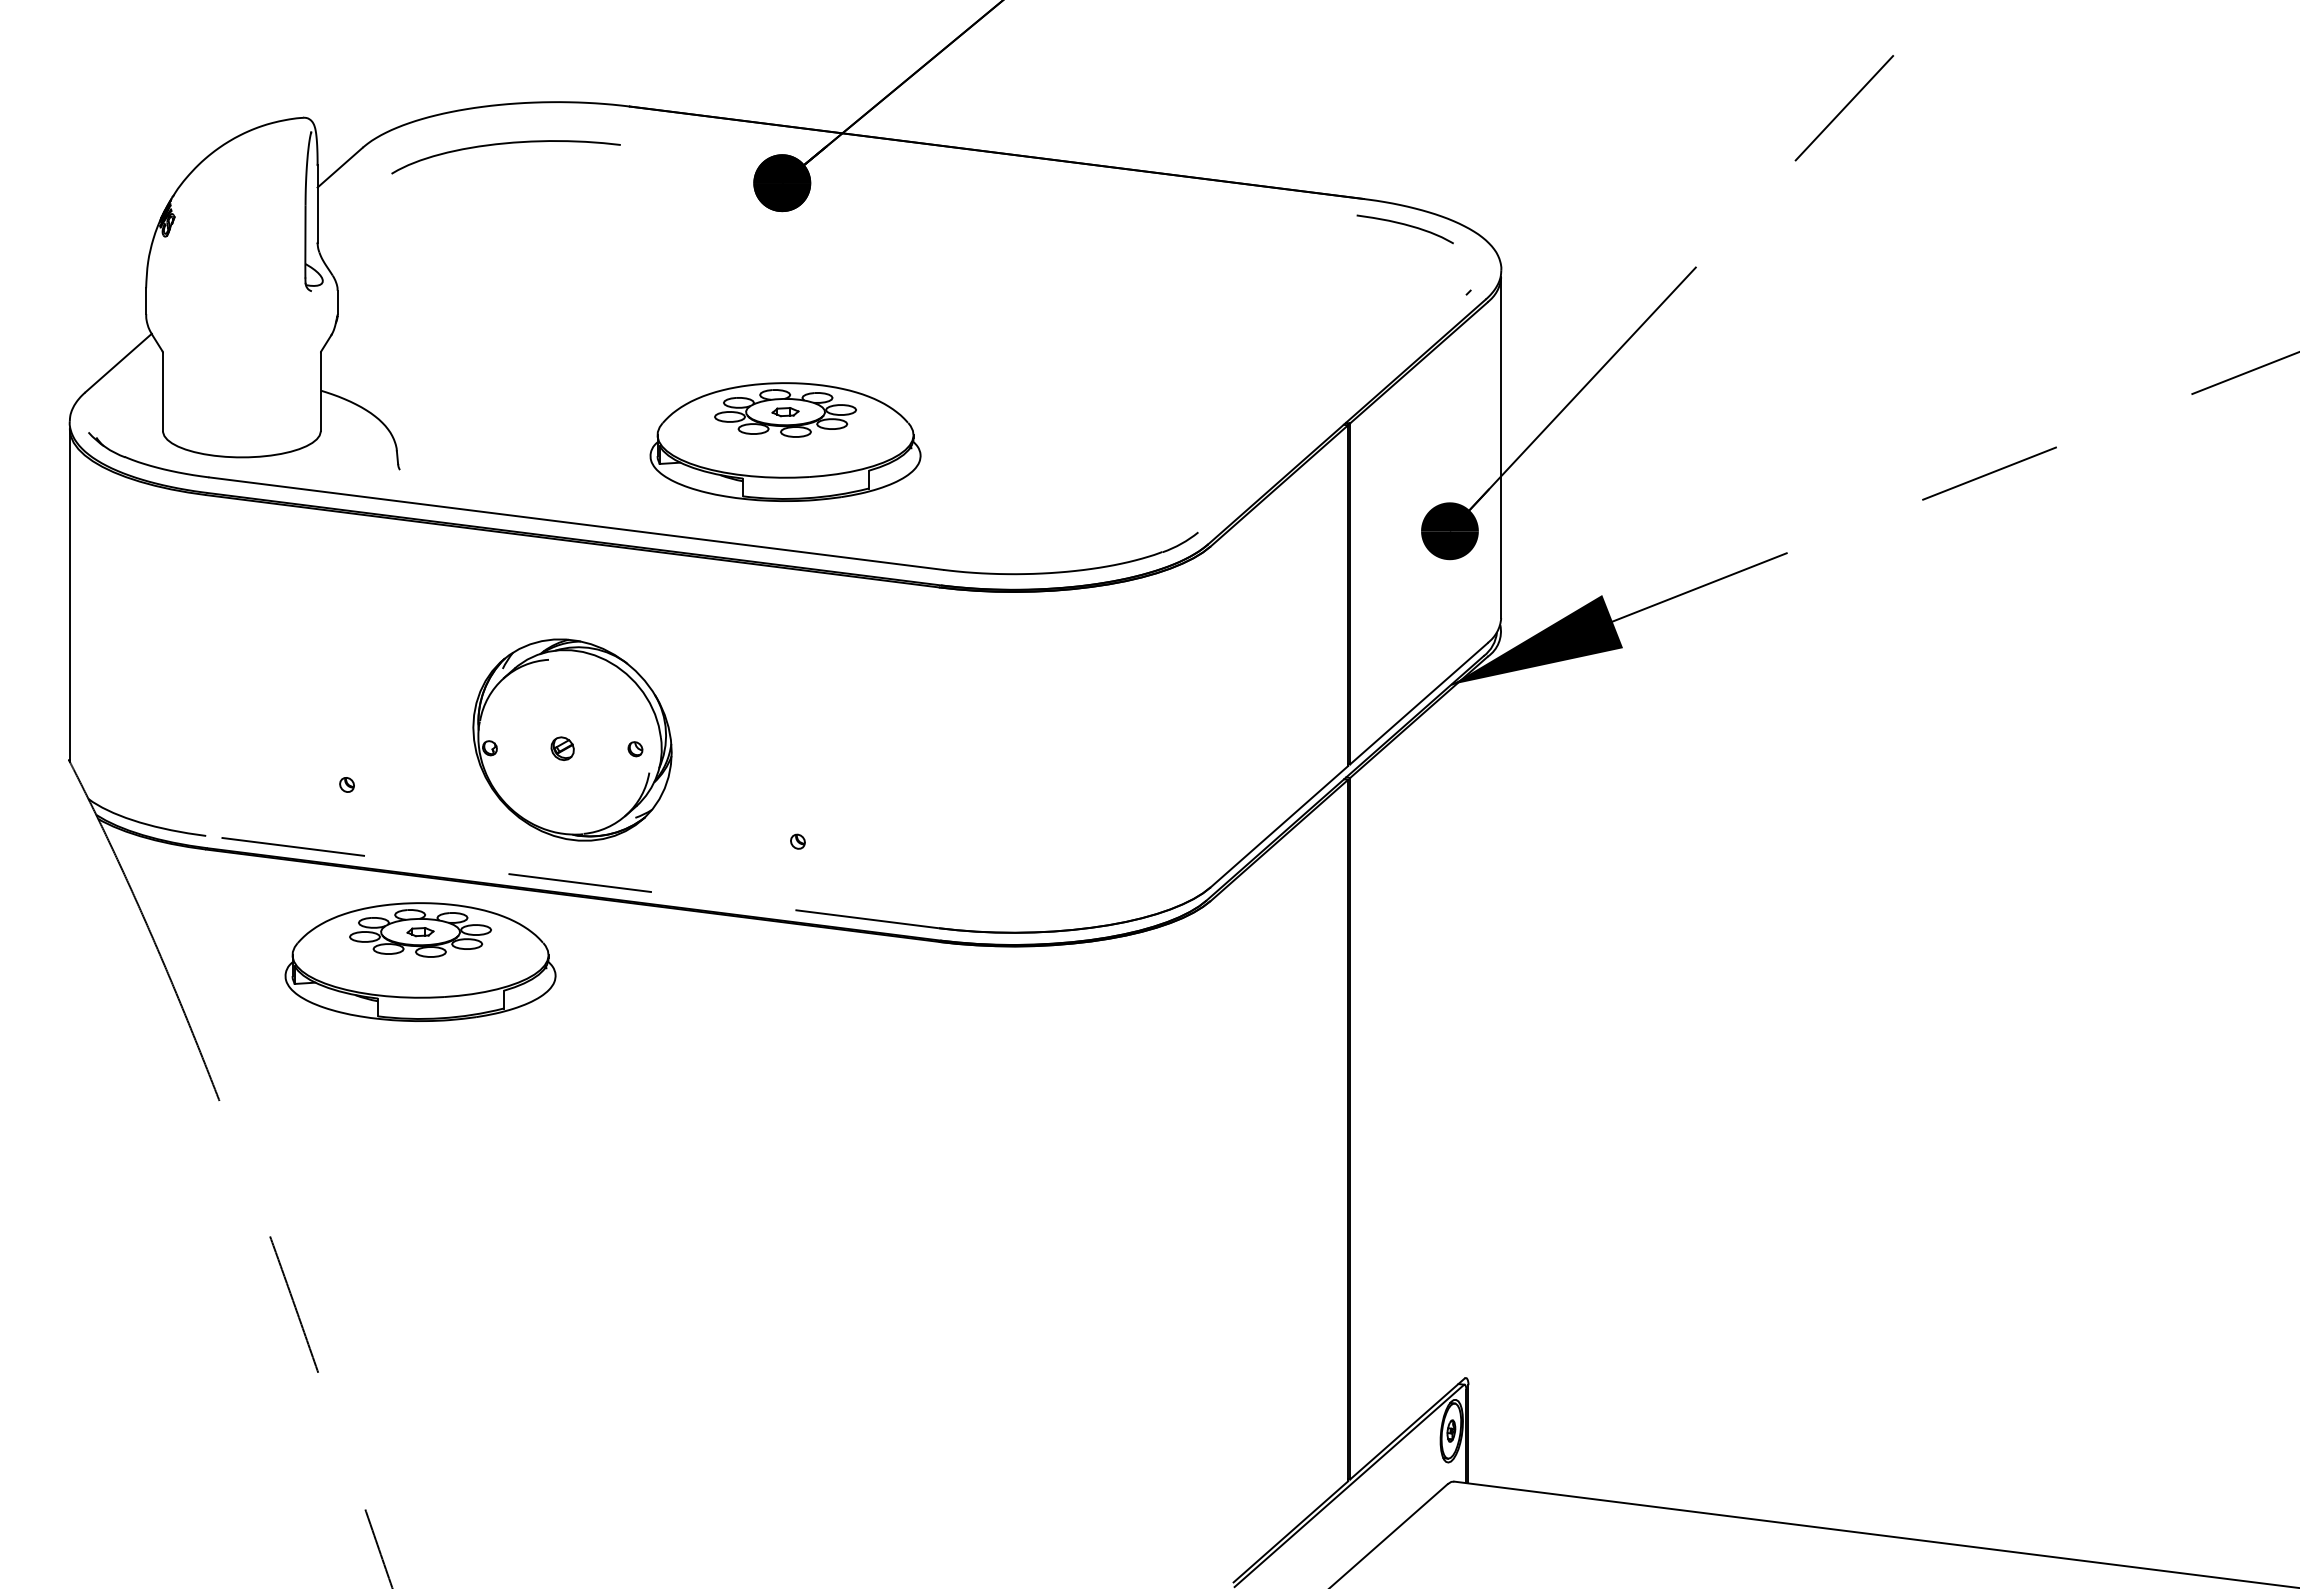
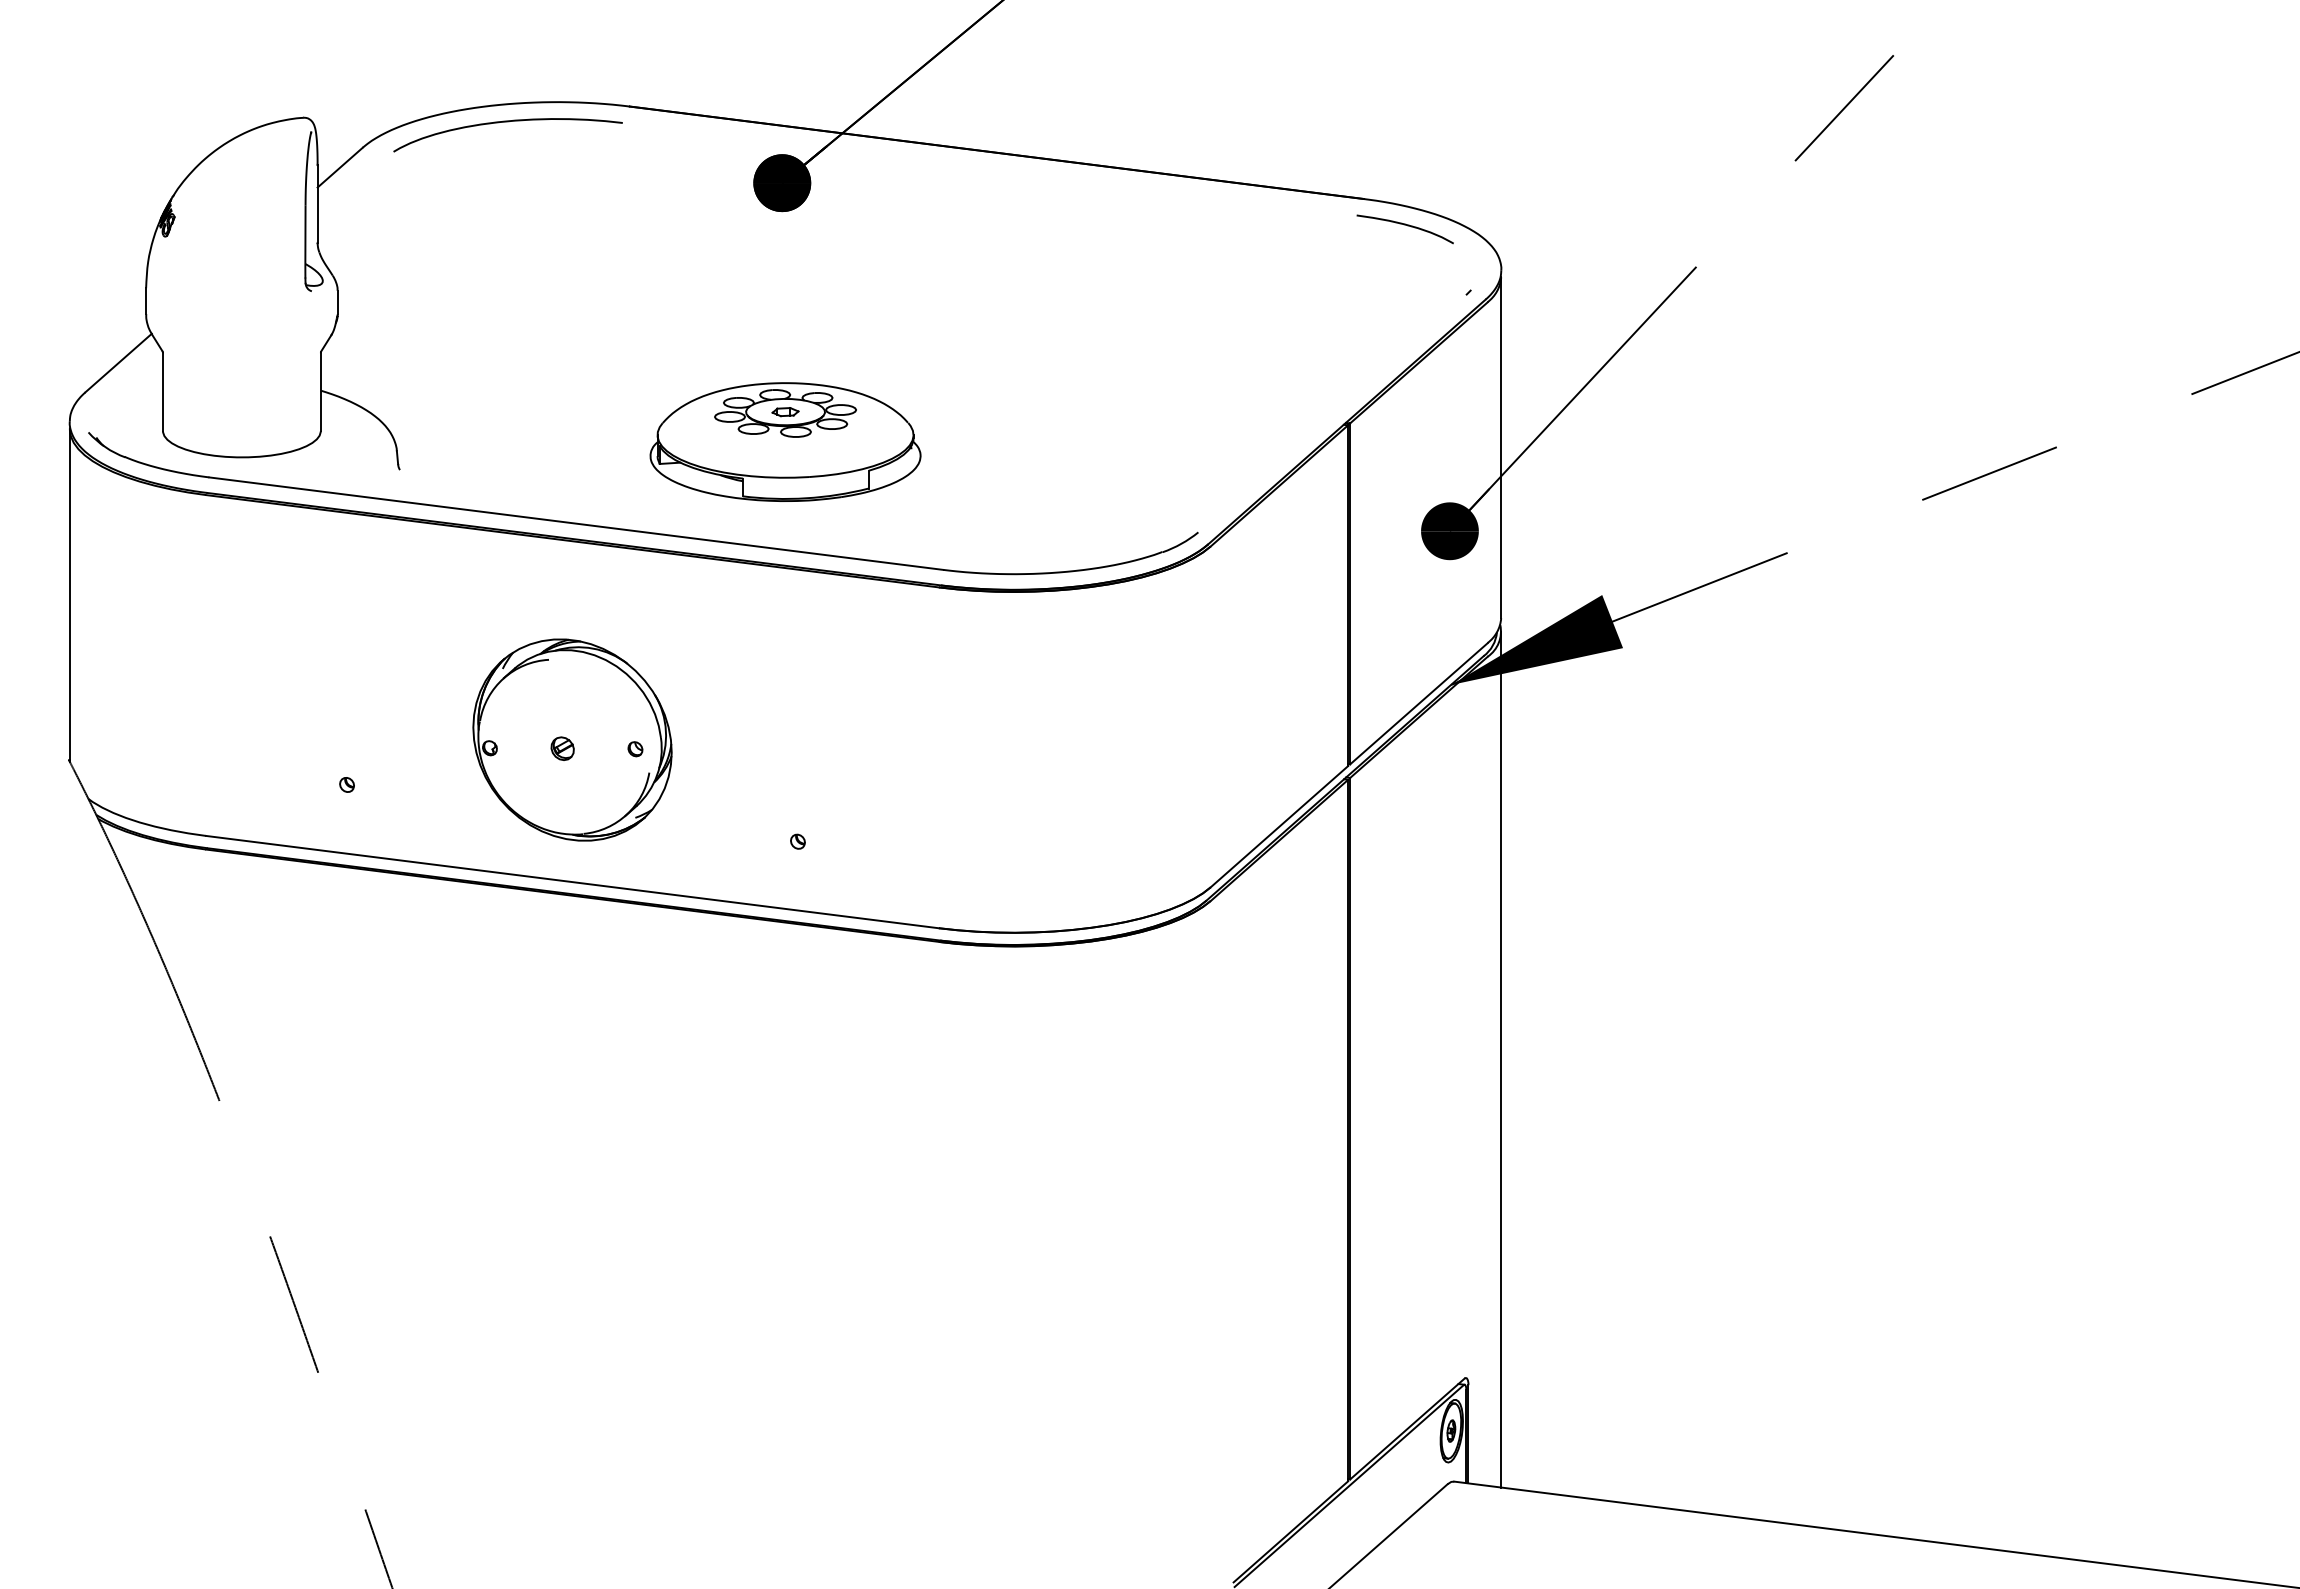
curve at (505, 144) position: (505, 144) -> (507, 122)
line at (572, 882): dashed -> solid
part at (420, 961): present -> none
line at (1501, 1059): none -> present
